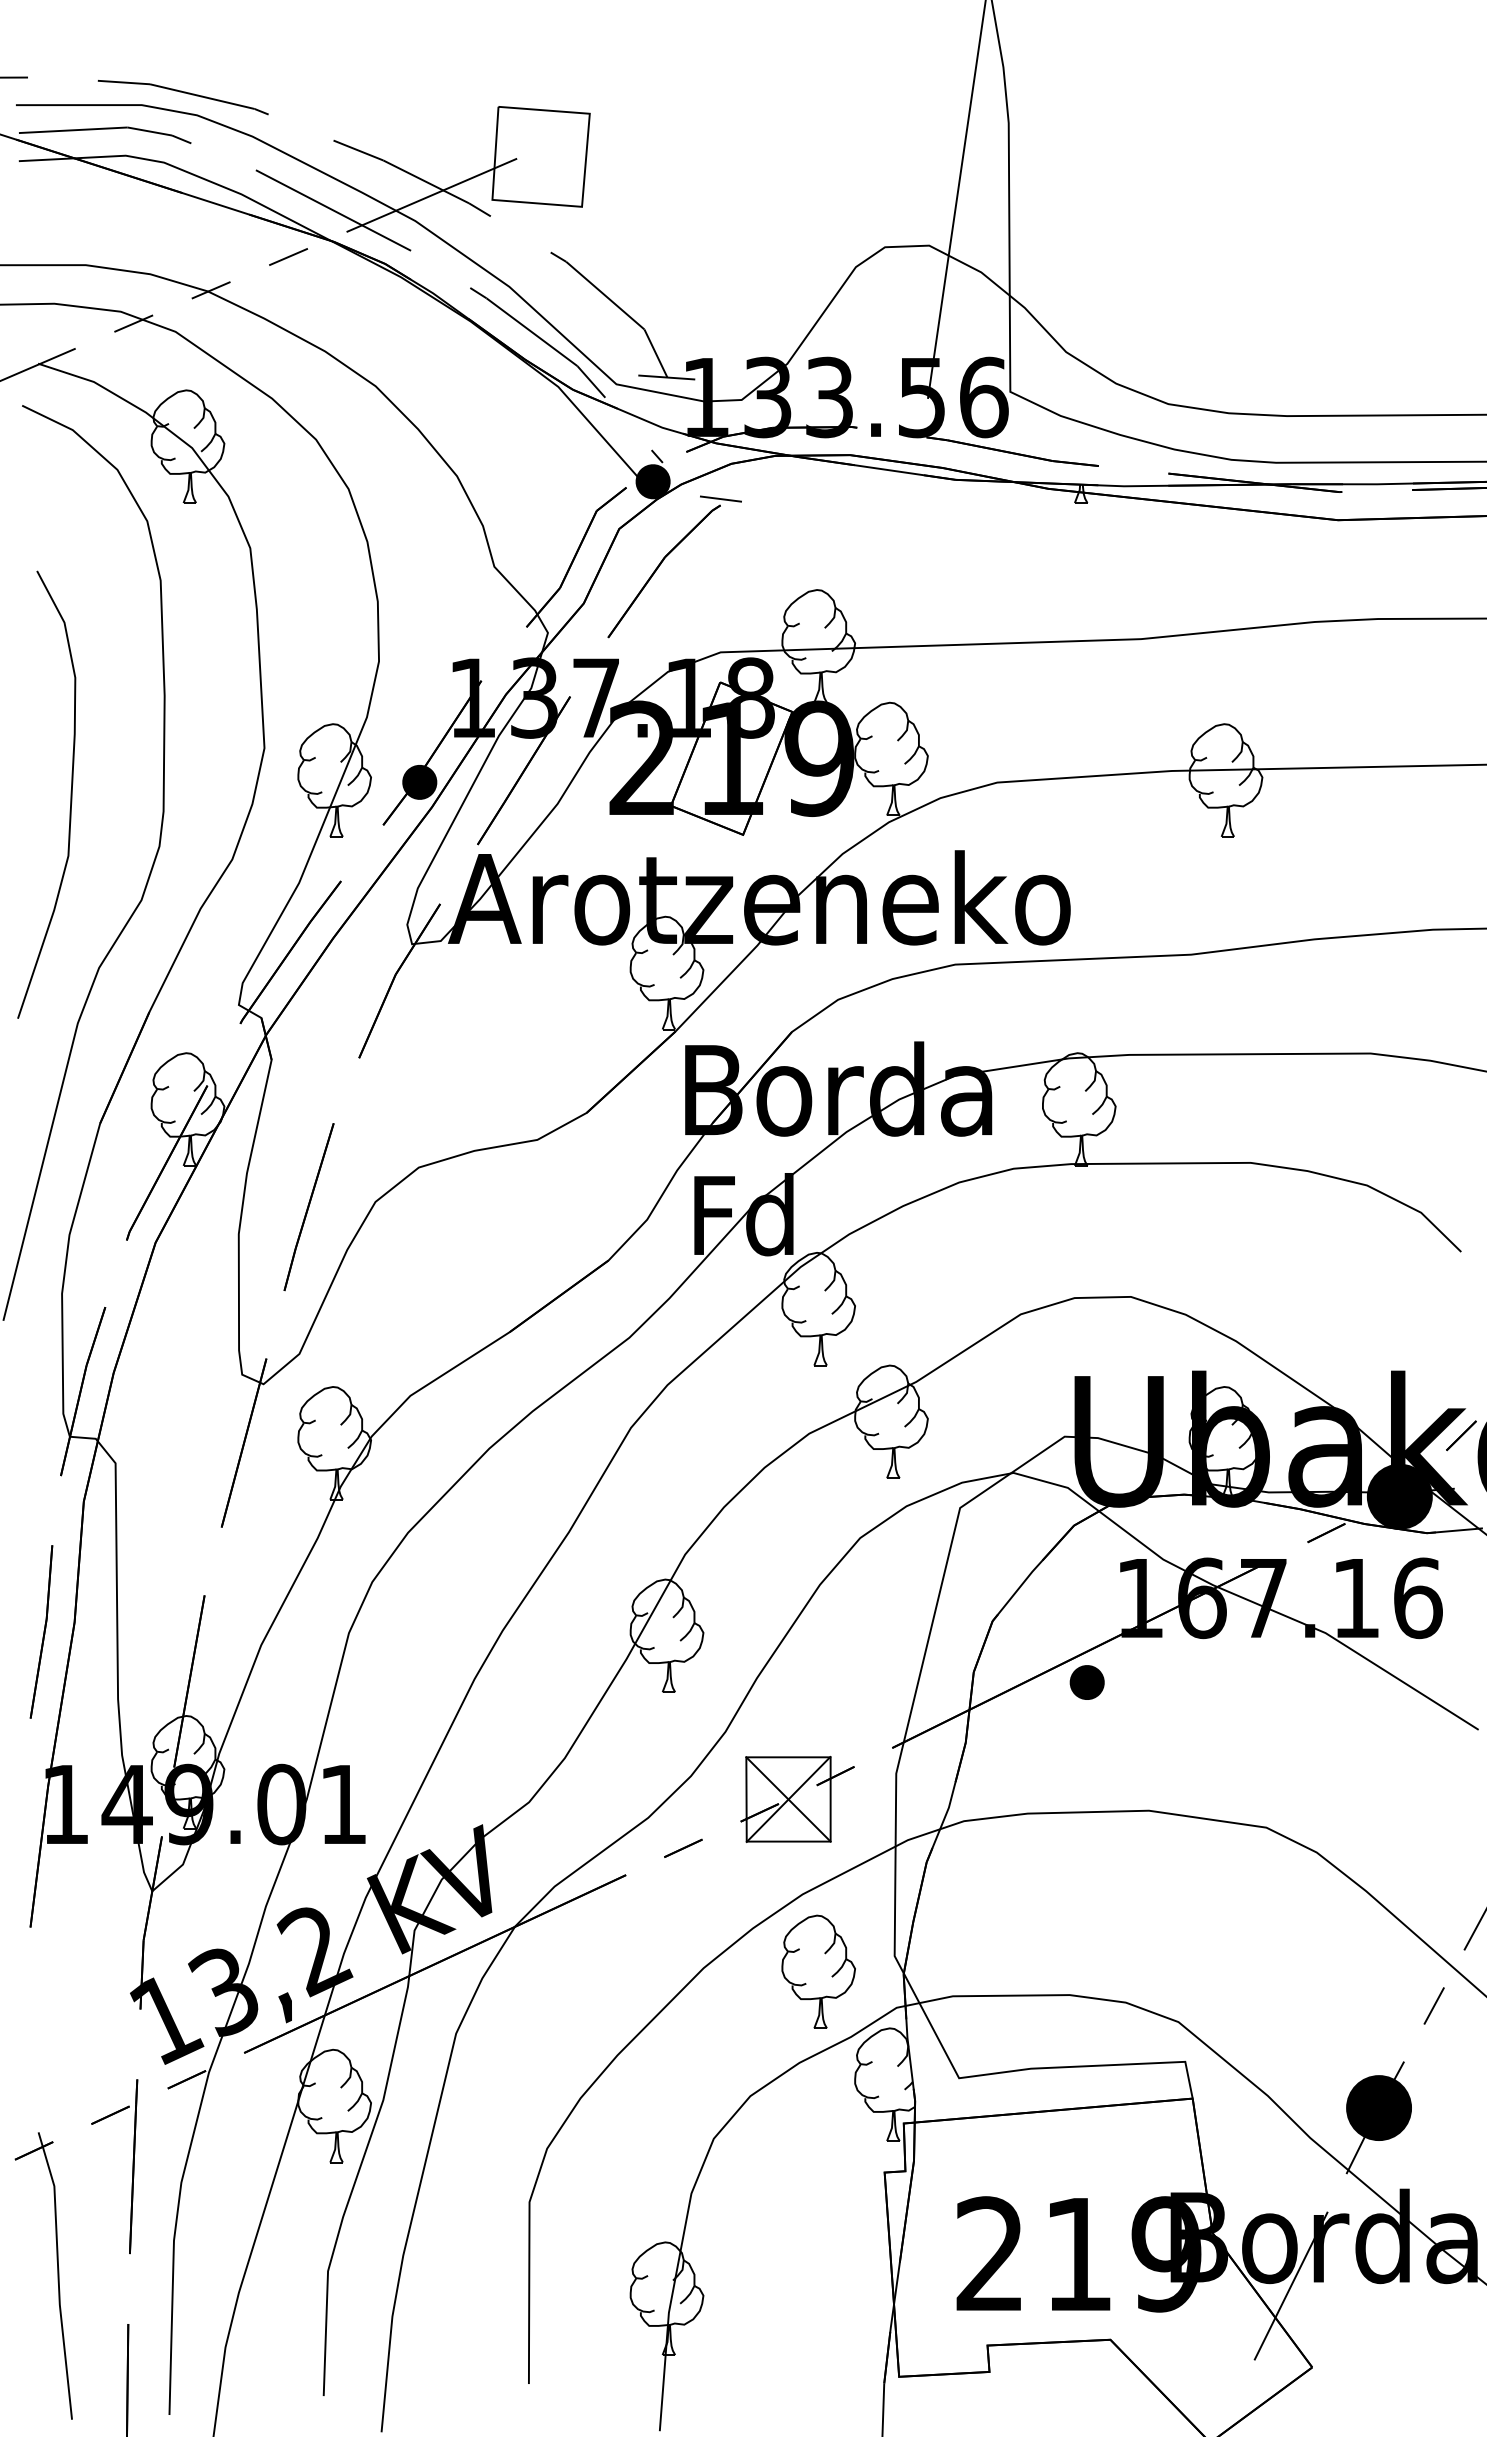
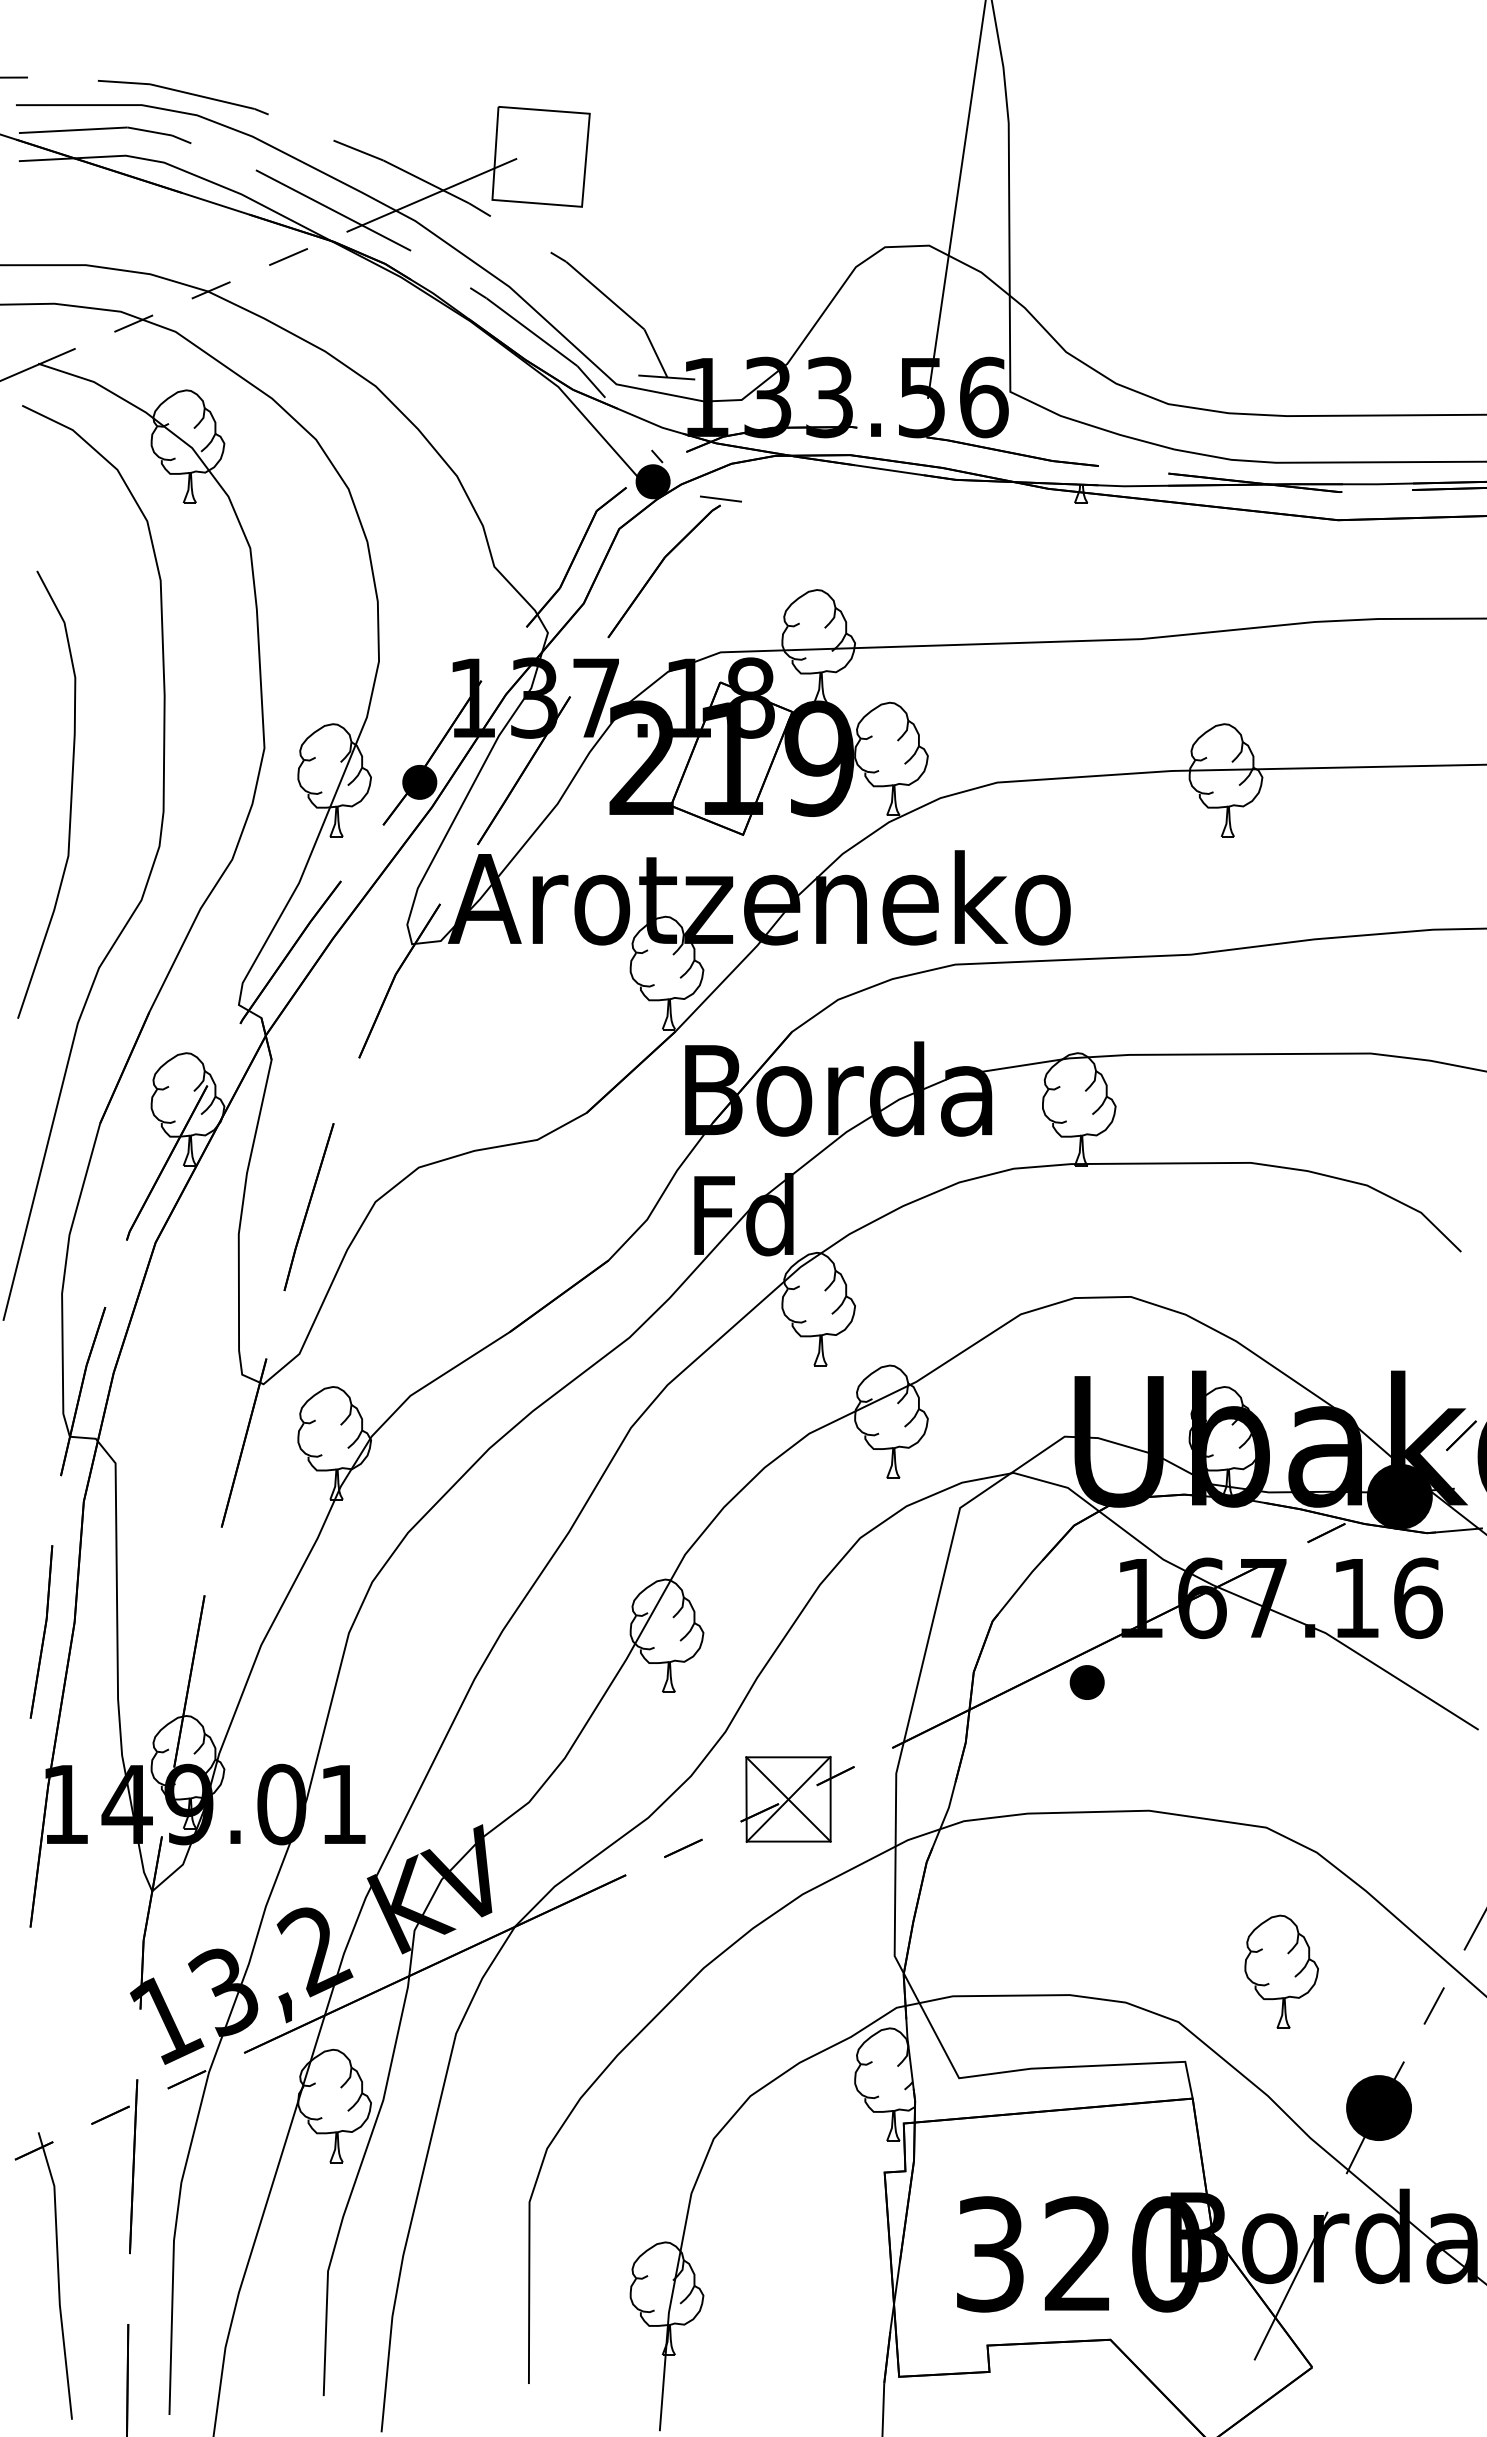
part at (818, 1971) position: (818, 1971) -> (1281, 1971)
text at (1078, 2254): 219 -> 320
